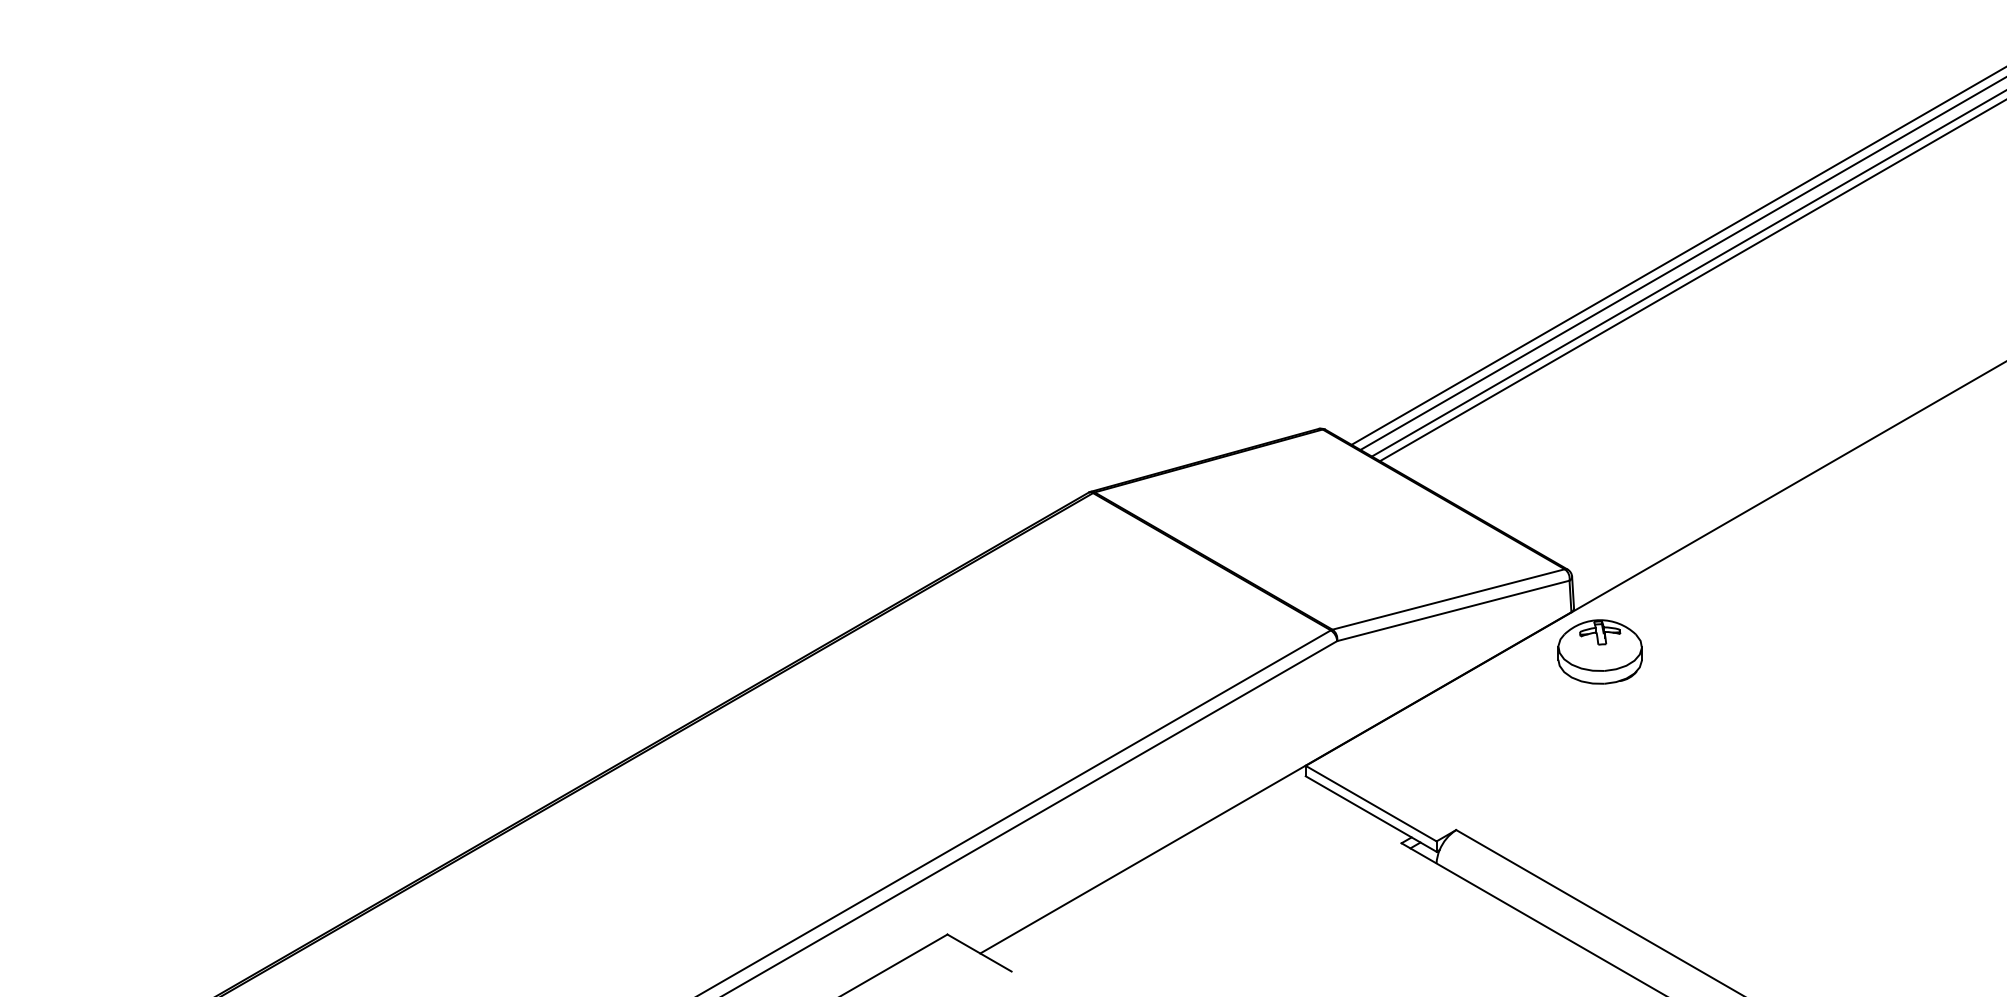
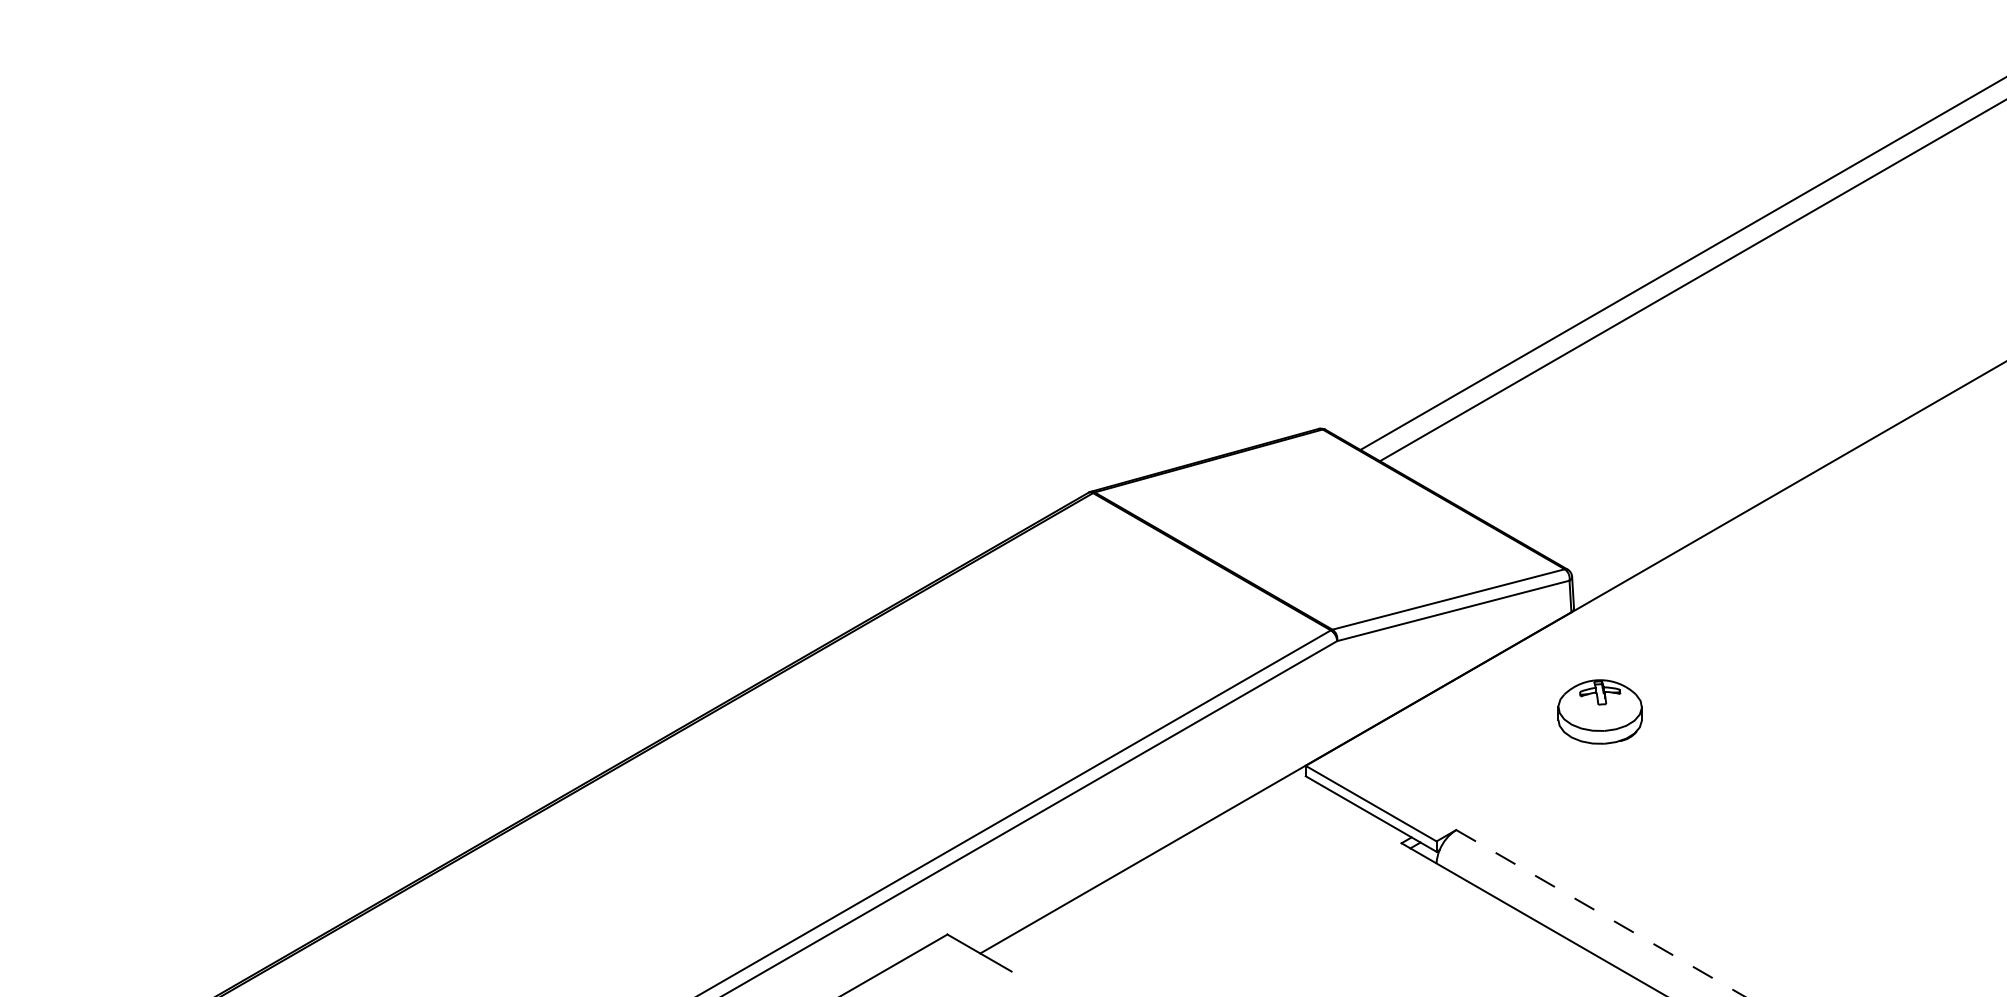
line at (1677, 256): present -> none
line at (1687, 274): present -> none
part at (1599, 651) position: (1599, 651) -> (1599, 711)
line at (1600, 913): solid -> dashed
